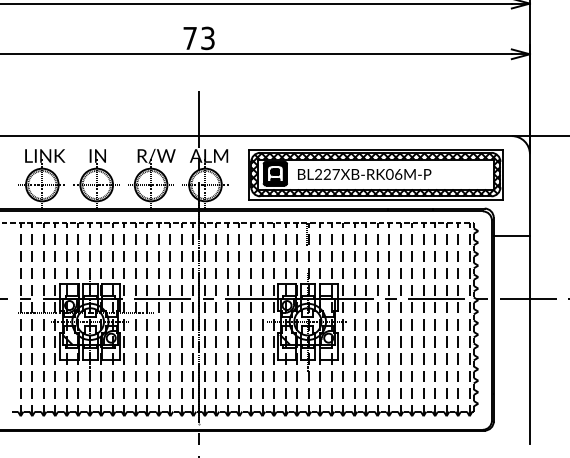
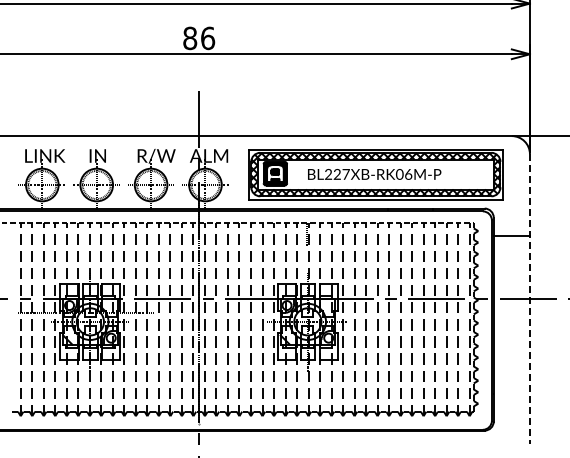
text at (199, 38): 73 -> 86
text at (364, 174) position: (364, 174) -> (374, 174)
line at (529, 299): solid -> dashed
